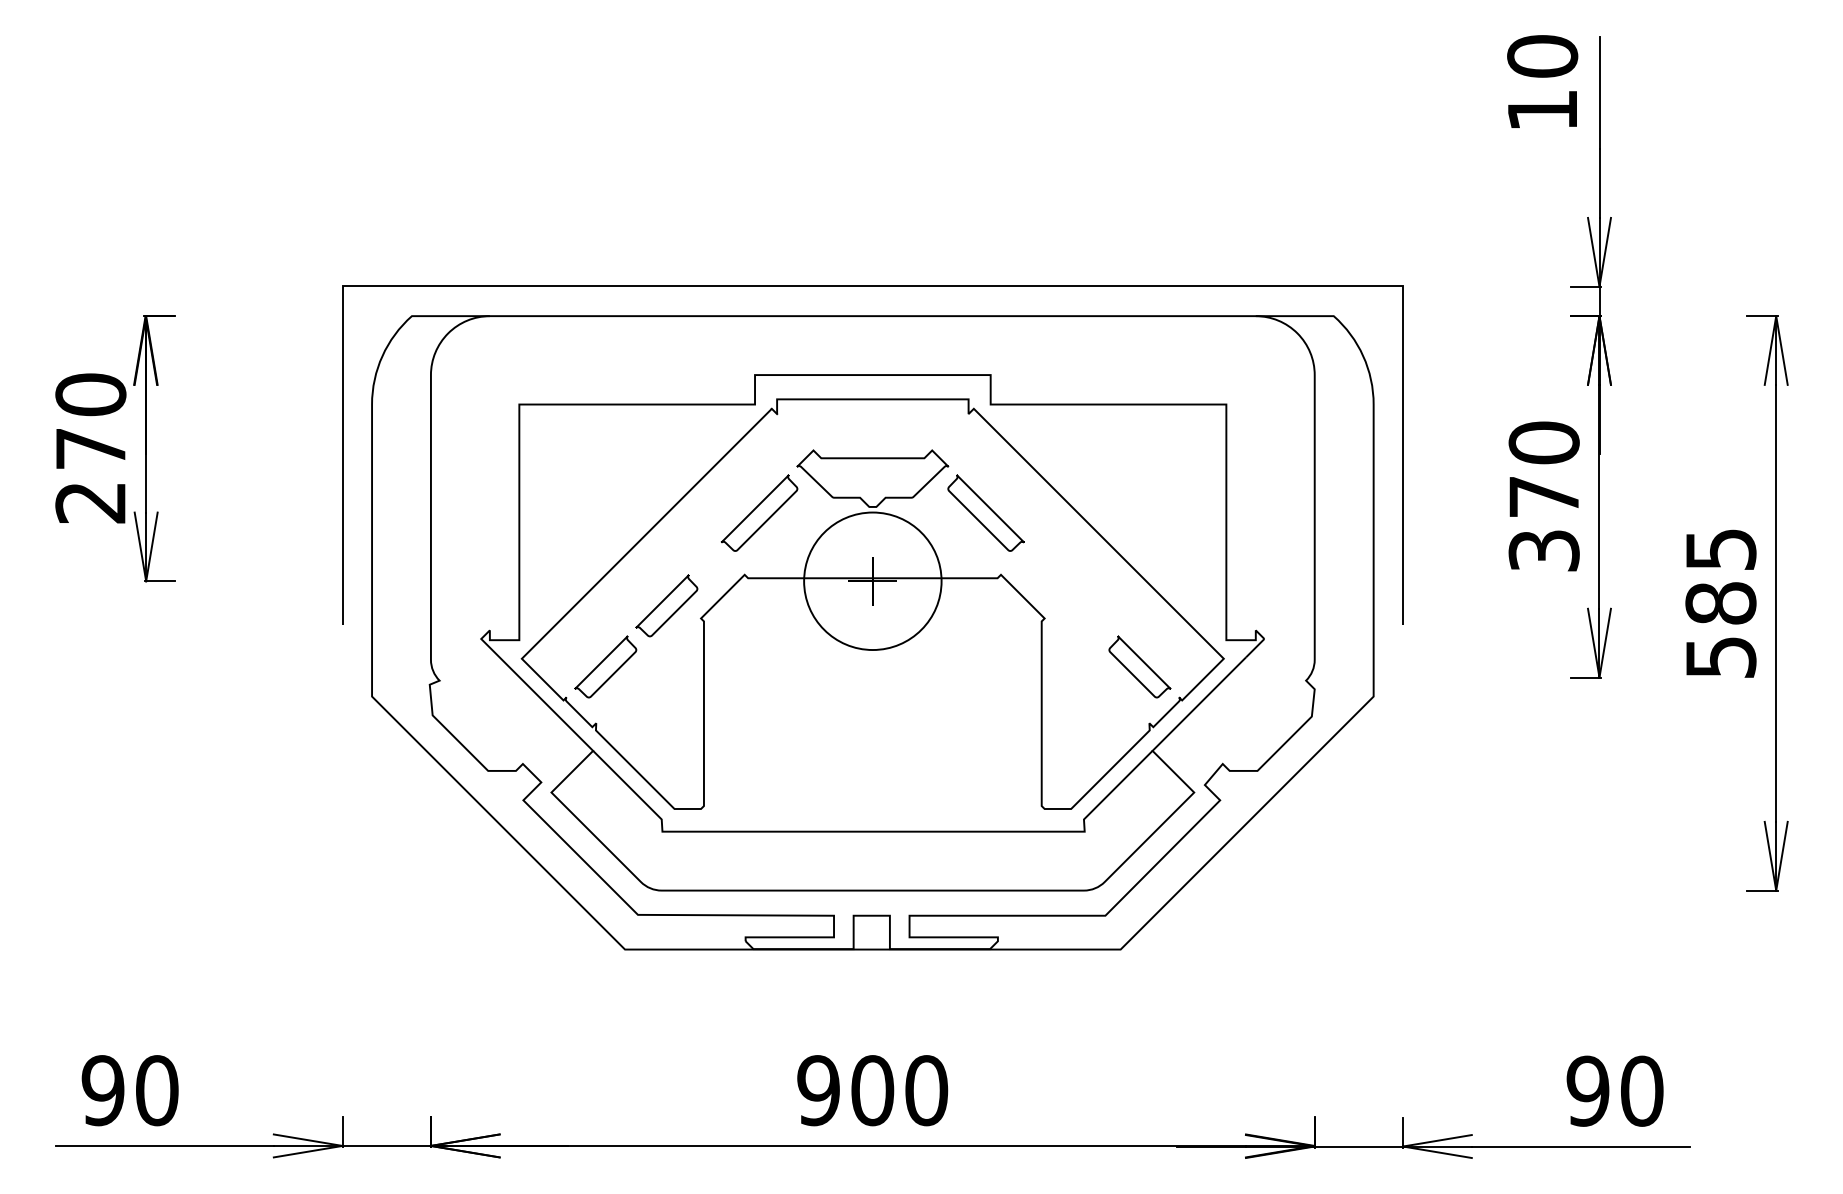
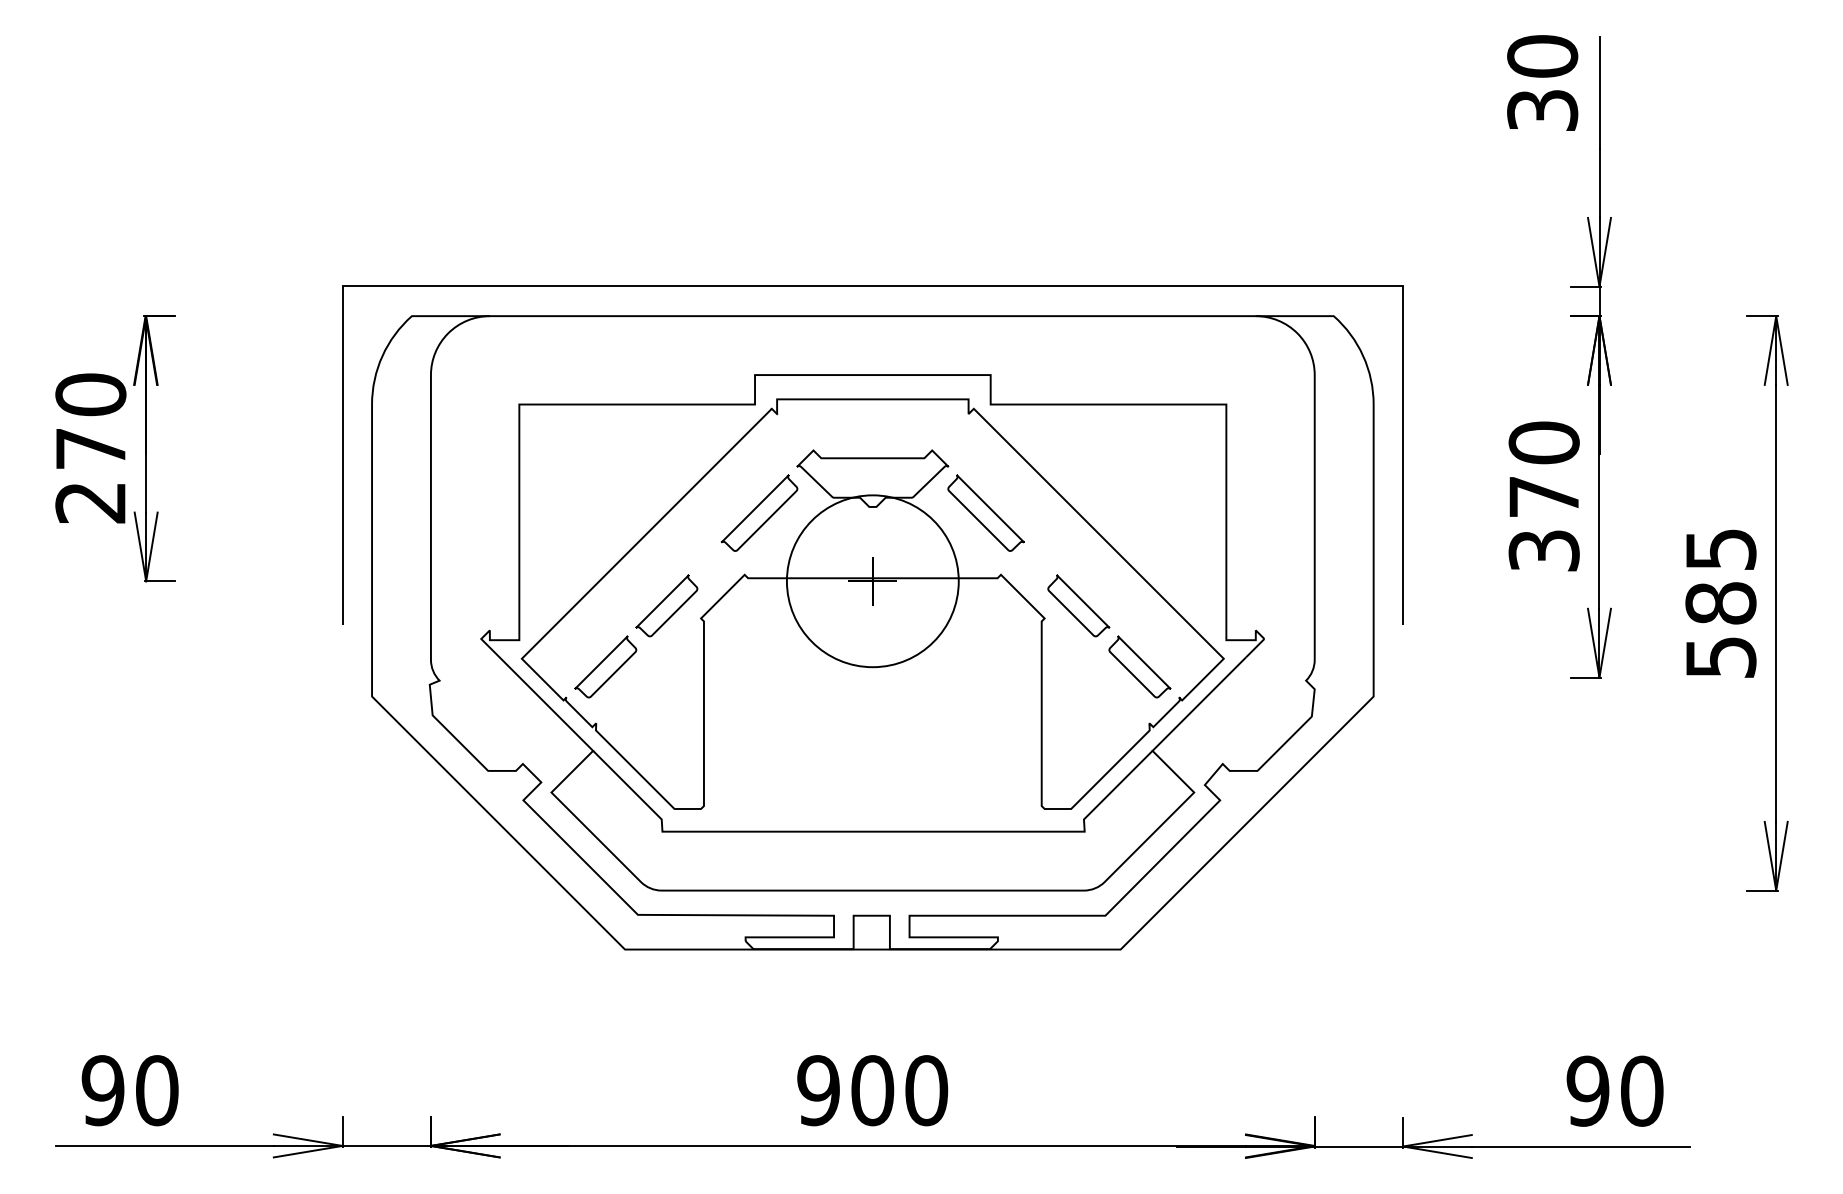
text at (1542, 110): 10 -> 30
circle at (872, 581) diameter: 137 px -> 172 px
part at (1078, 605): none -> present
